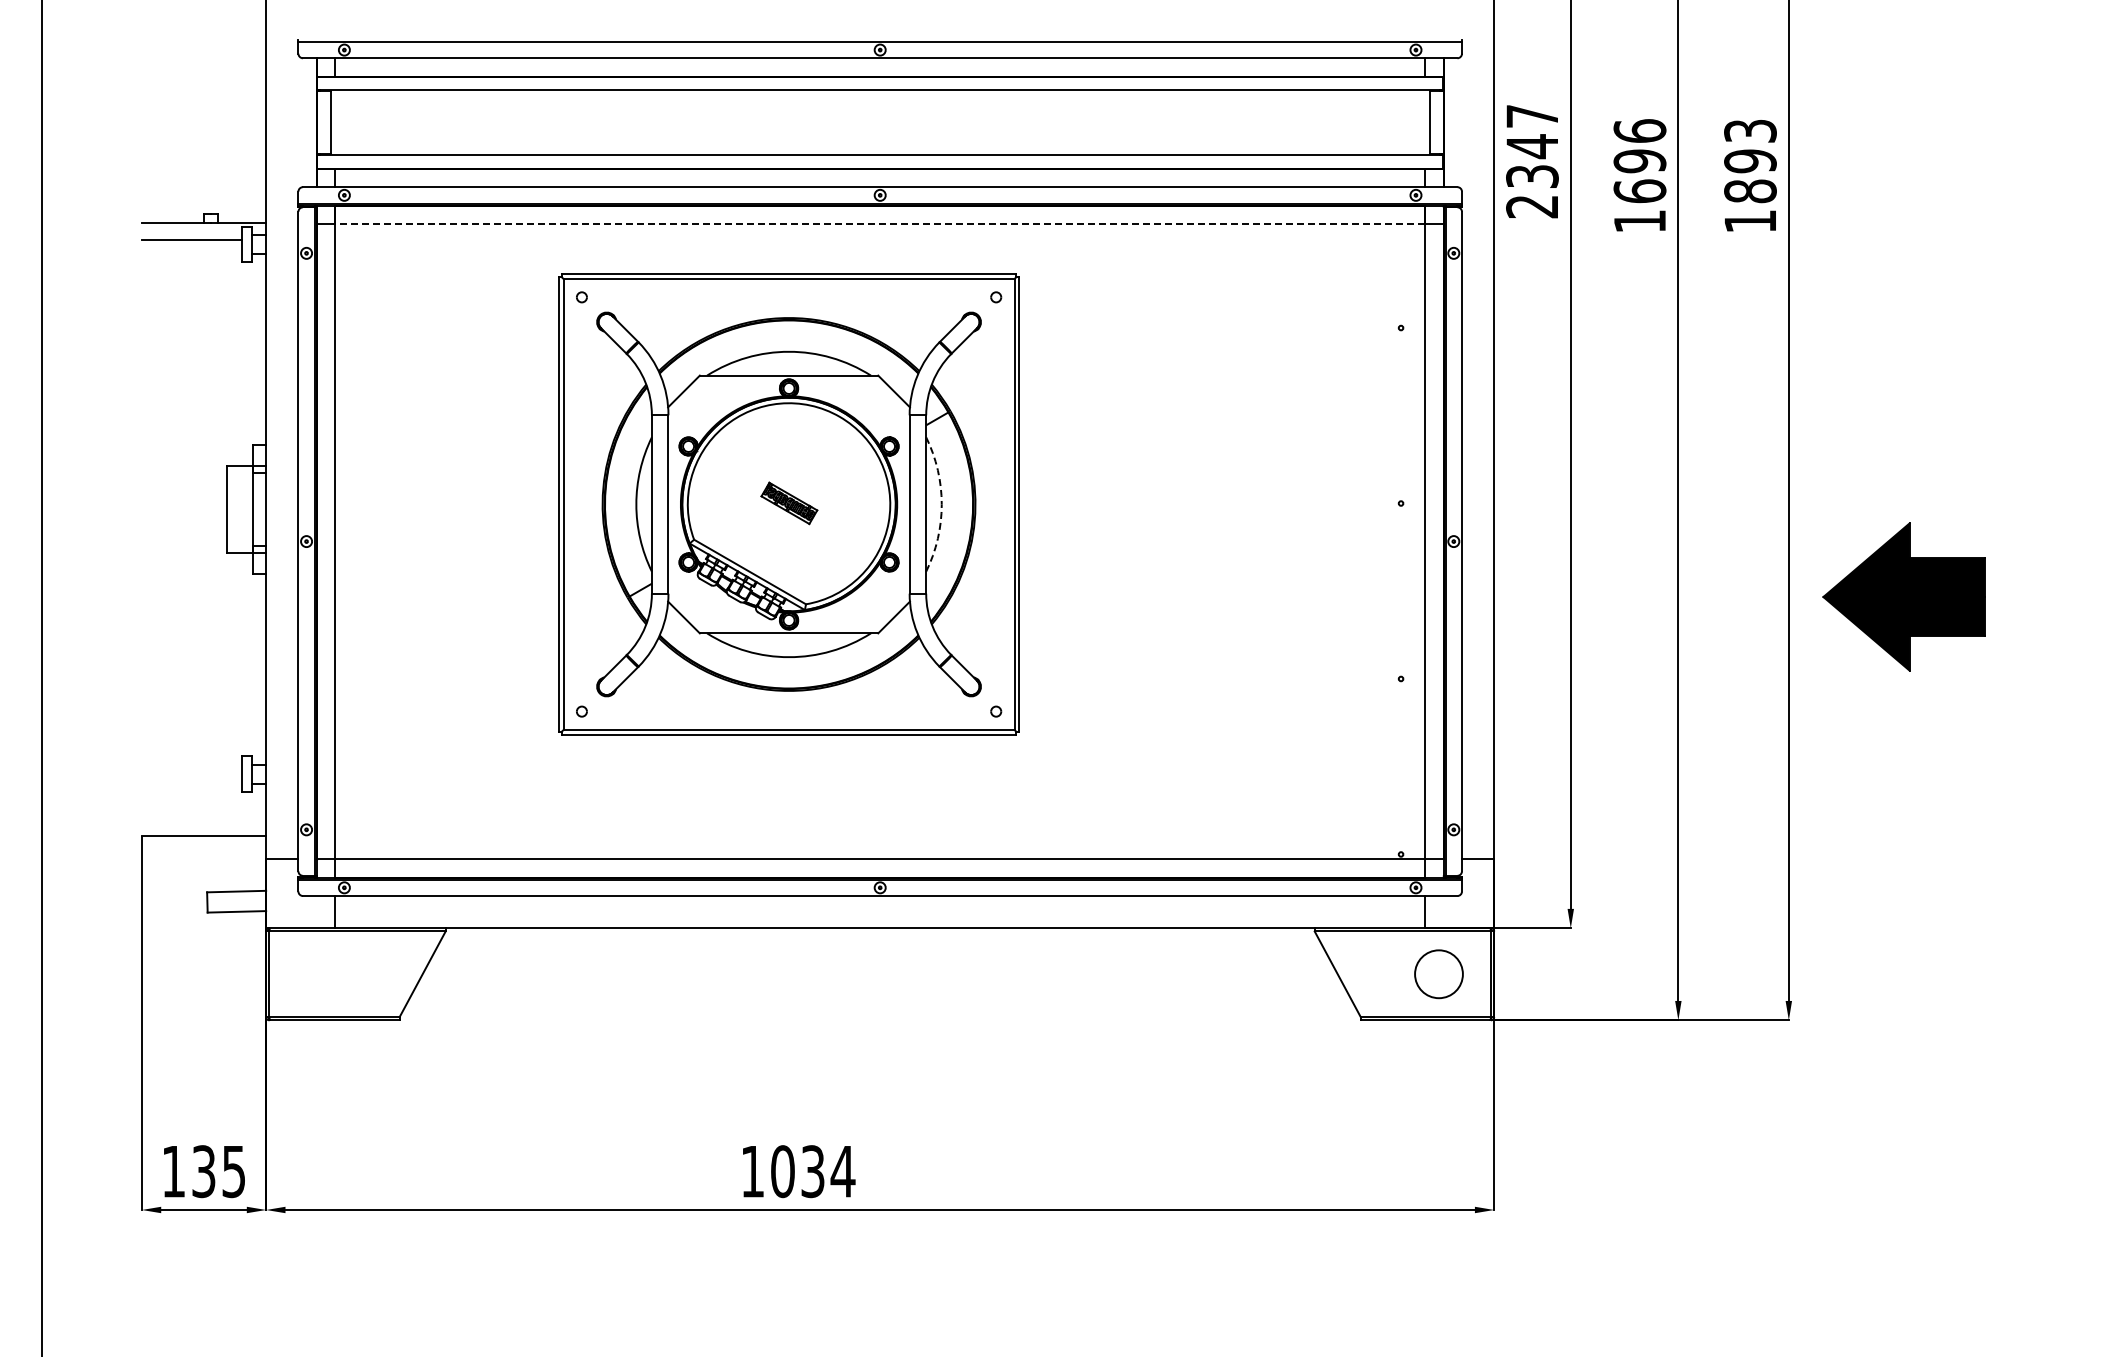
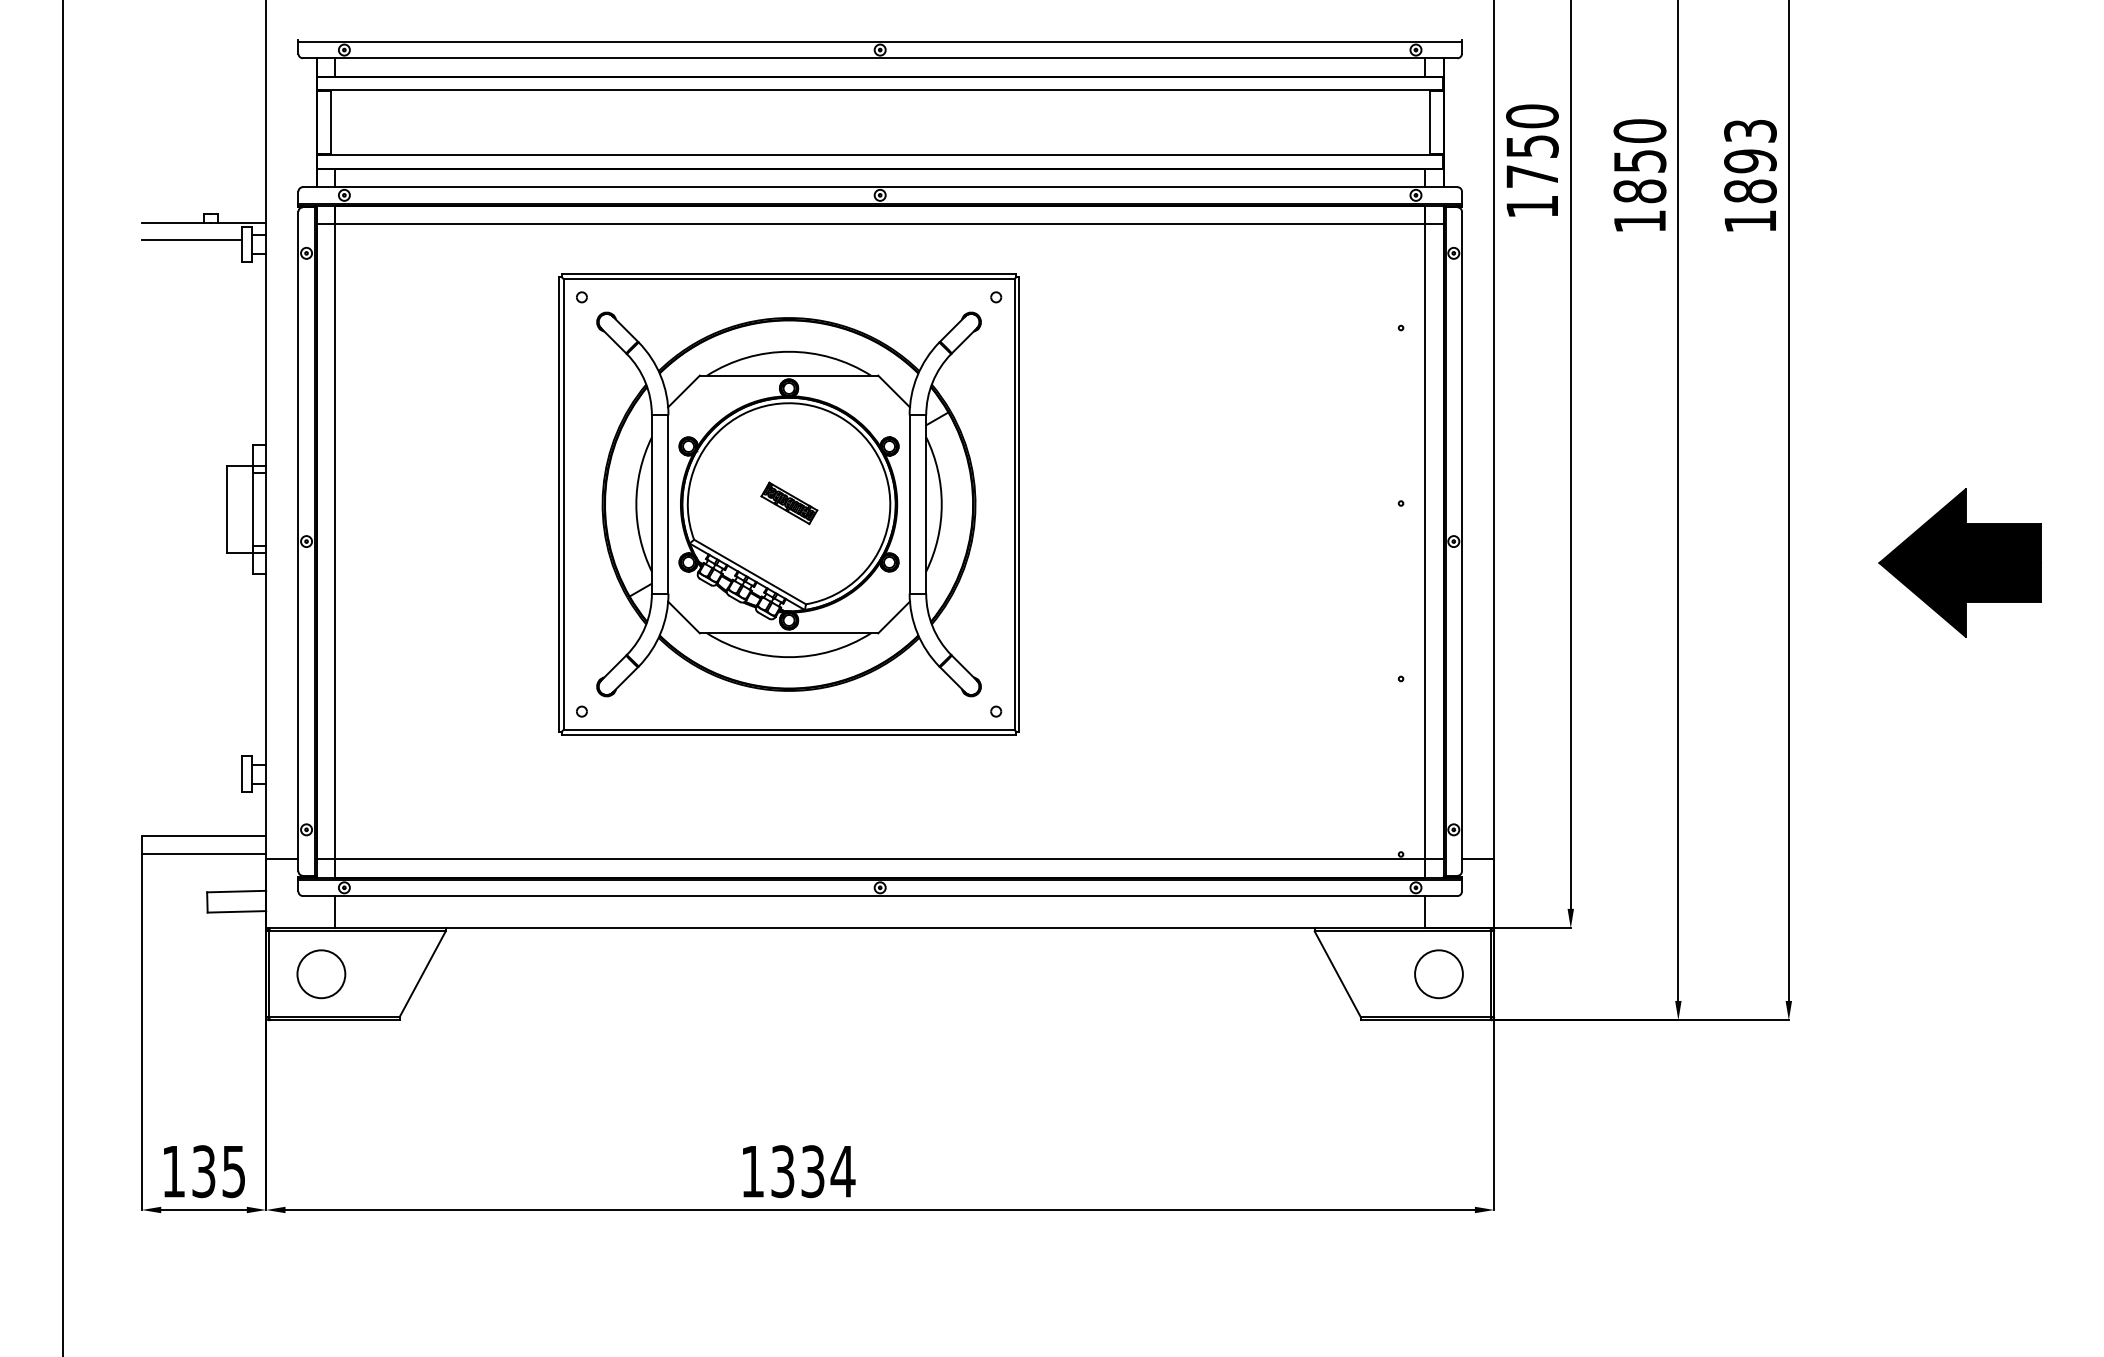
text at (1532, 161): 2347 -> 1750
text at (1639, 161): 1696 -> 1850
line at (880, 223): dashed -> solid
arc at (941, 504): dashed -> solid
part at (1903, 596) position: (1903, 596) -> (1959, 562)
line at (42, 677) position: (42, 677) -> (63, 677)
line at (203, 853): none -> present
circle at (321, 974): none -> present
text at (782, 1171): 1034 -> 1334
